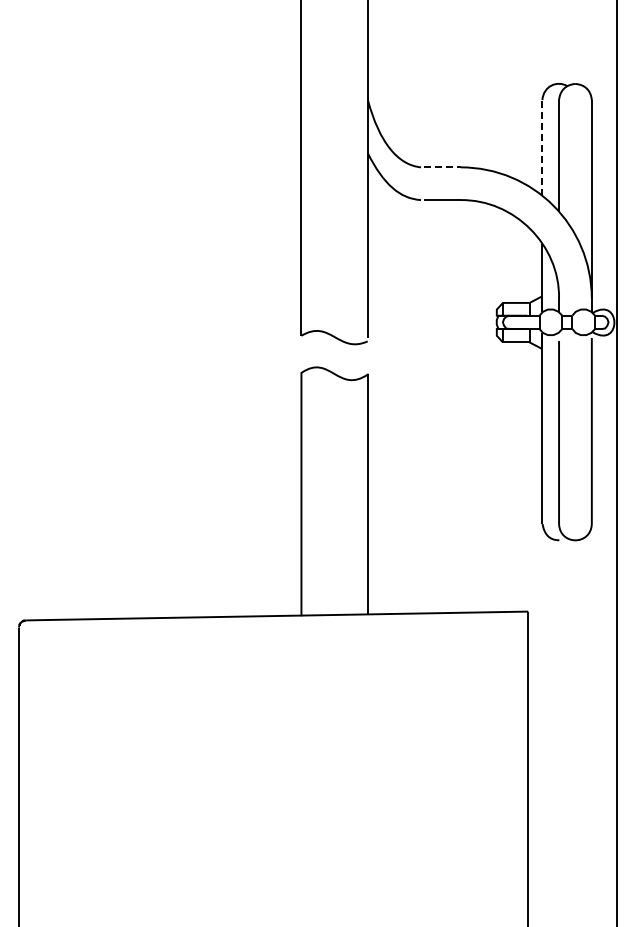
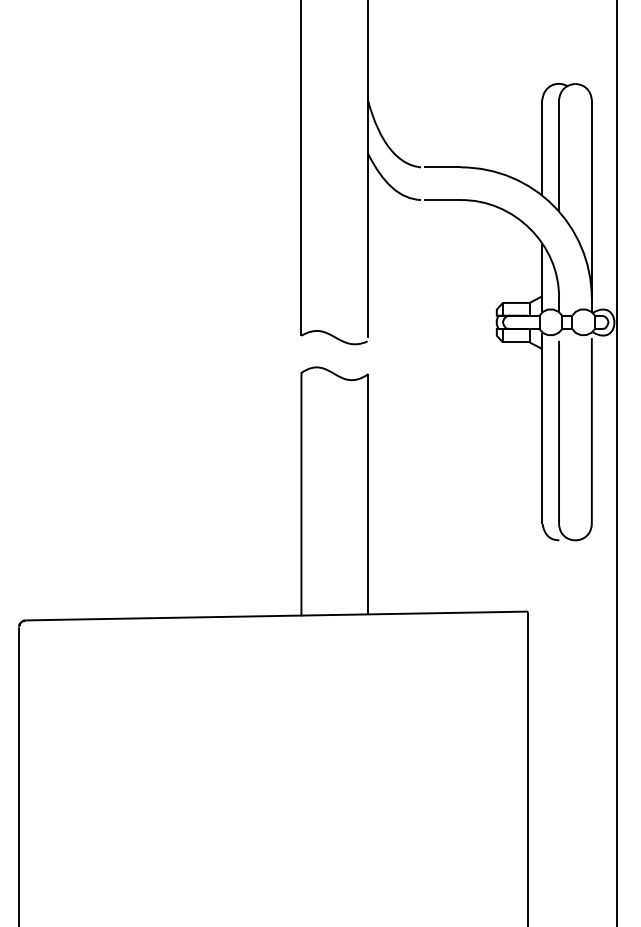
line at (542, 147): dashed -> solid
line at (442, 167): dashed -> solid
